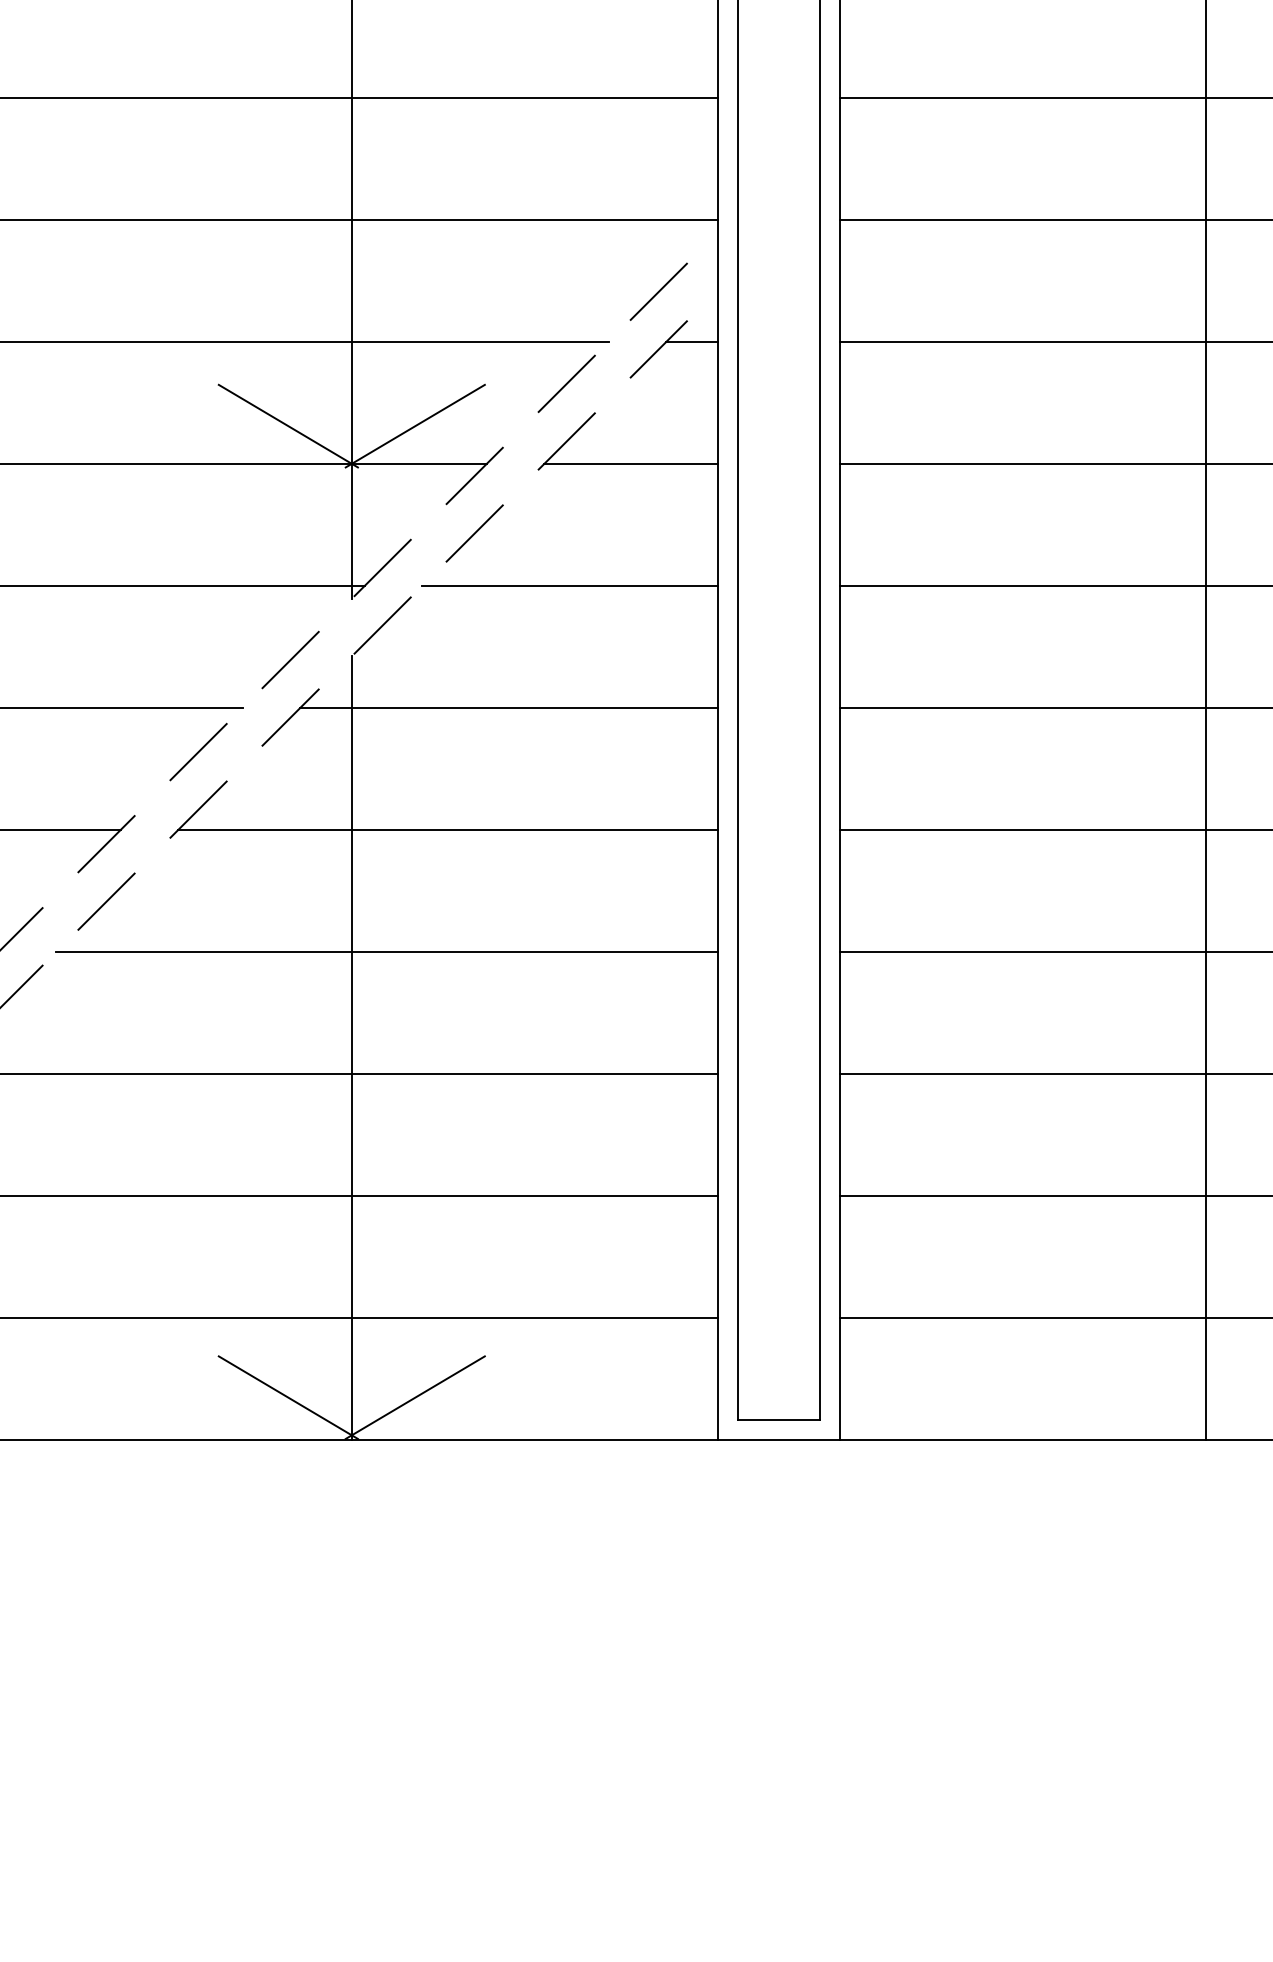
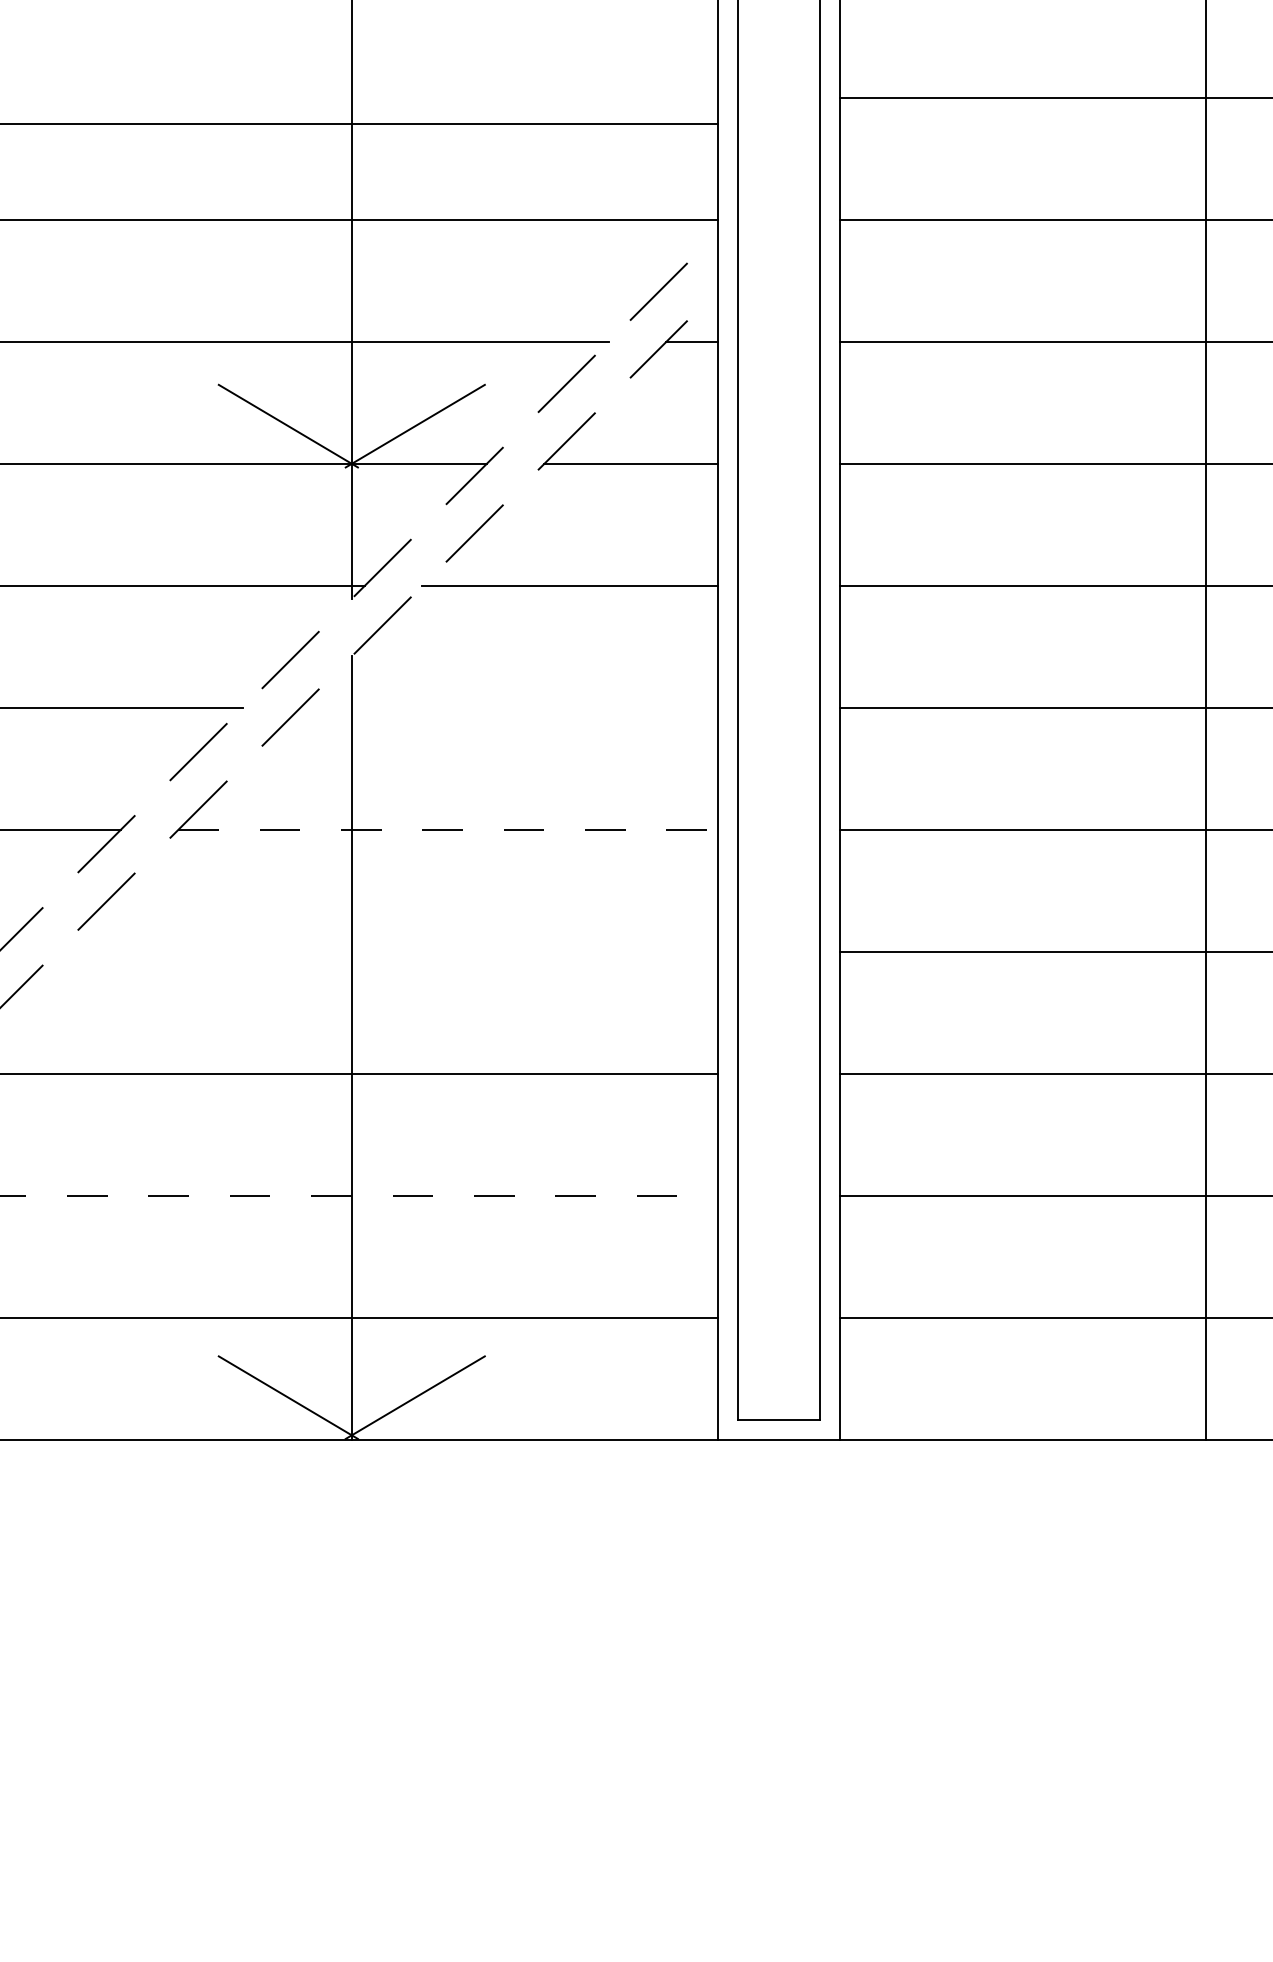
line at (359, 97) position: (359, 97) -> (359, 123)
line at (508, 707): present -> none
line at (448, 829): solid -> dashed
line at (386, 952): present -> none
line at (359, 1196): solid -> dashed
